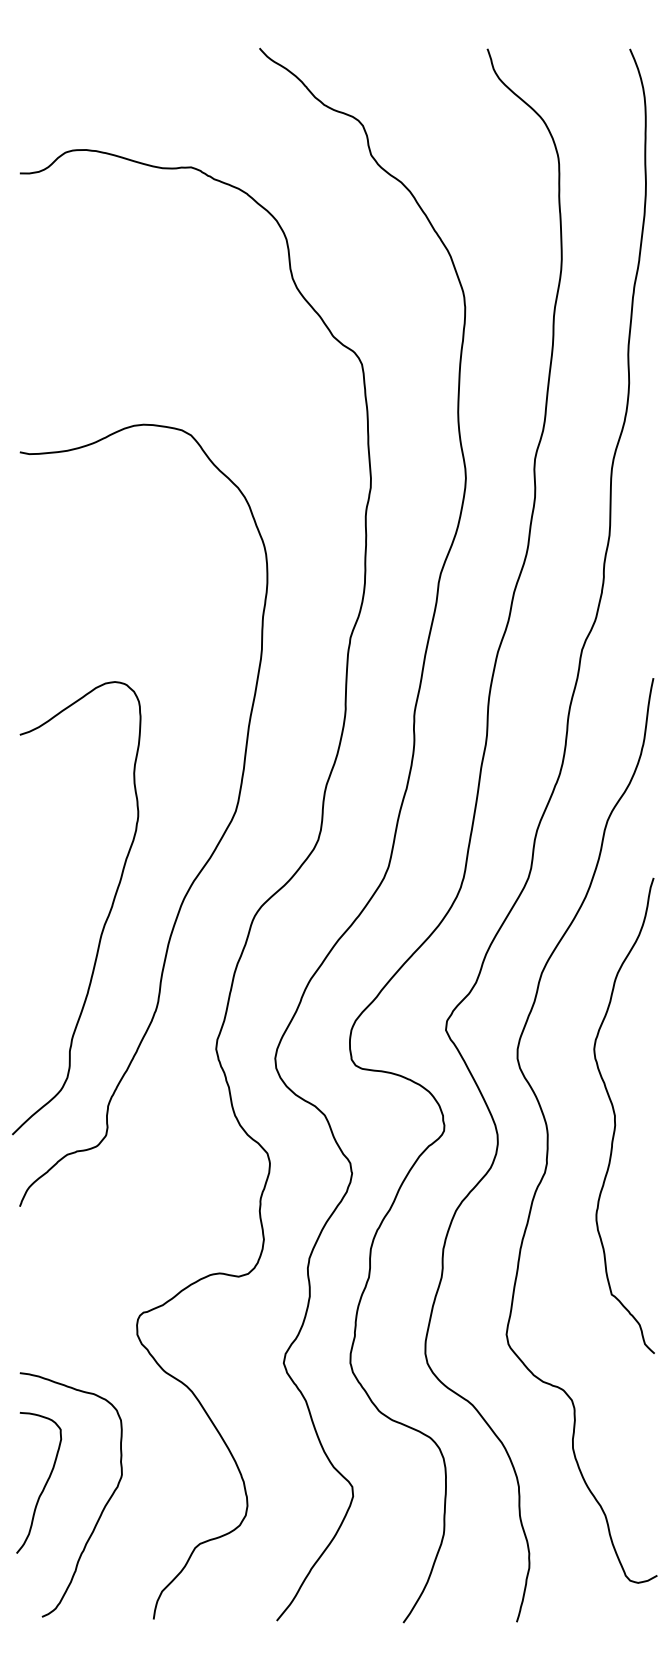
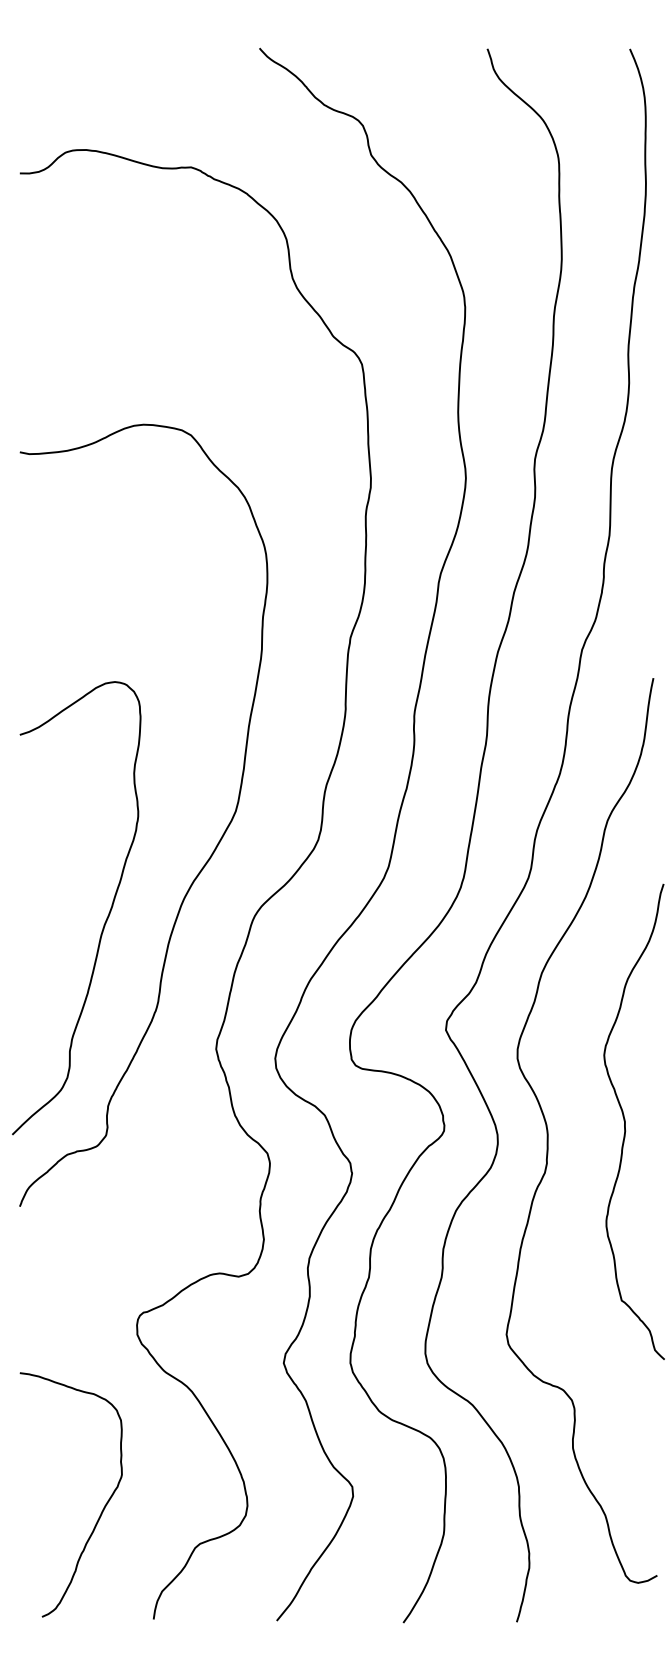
curve at (615, 1115) position: (615, 1115) -> (625, 1121)
curve at (44, 1484): present -> none
